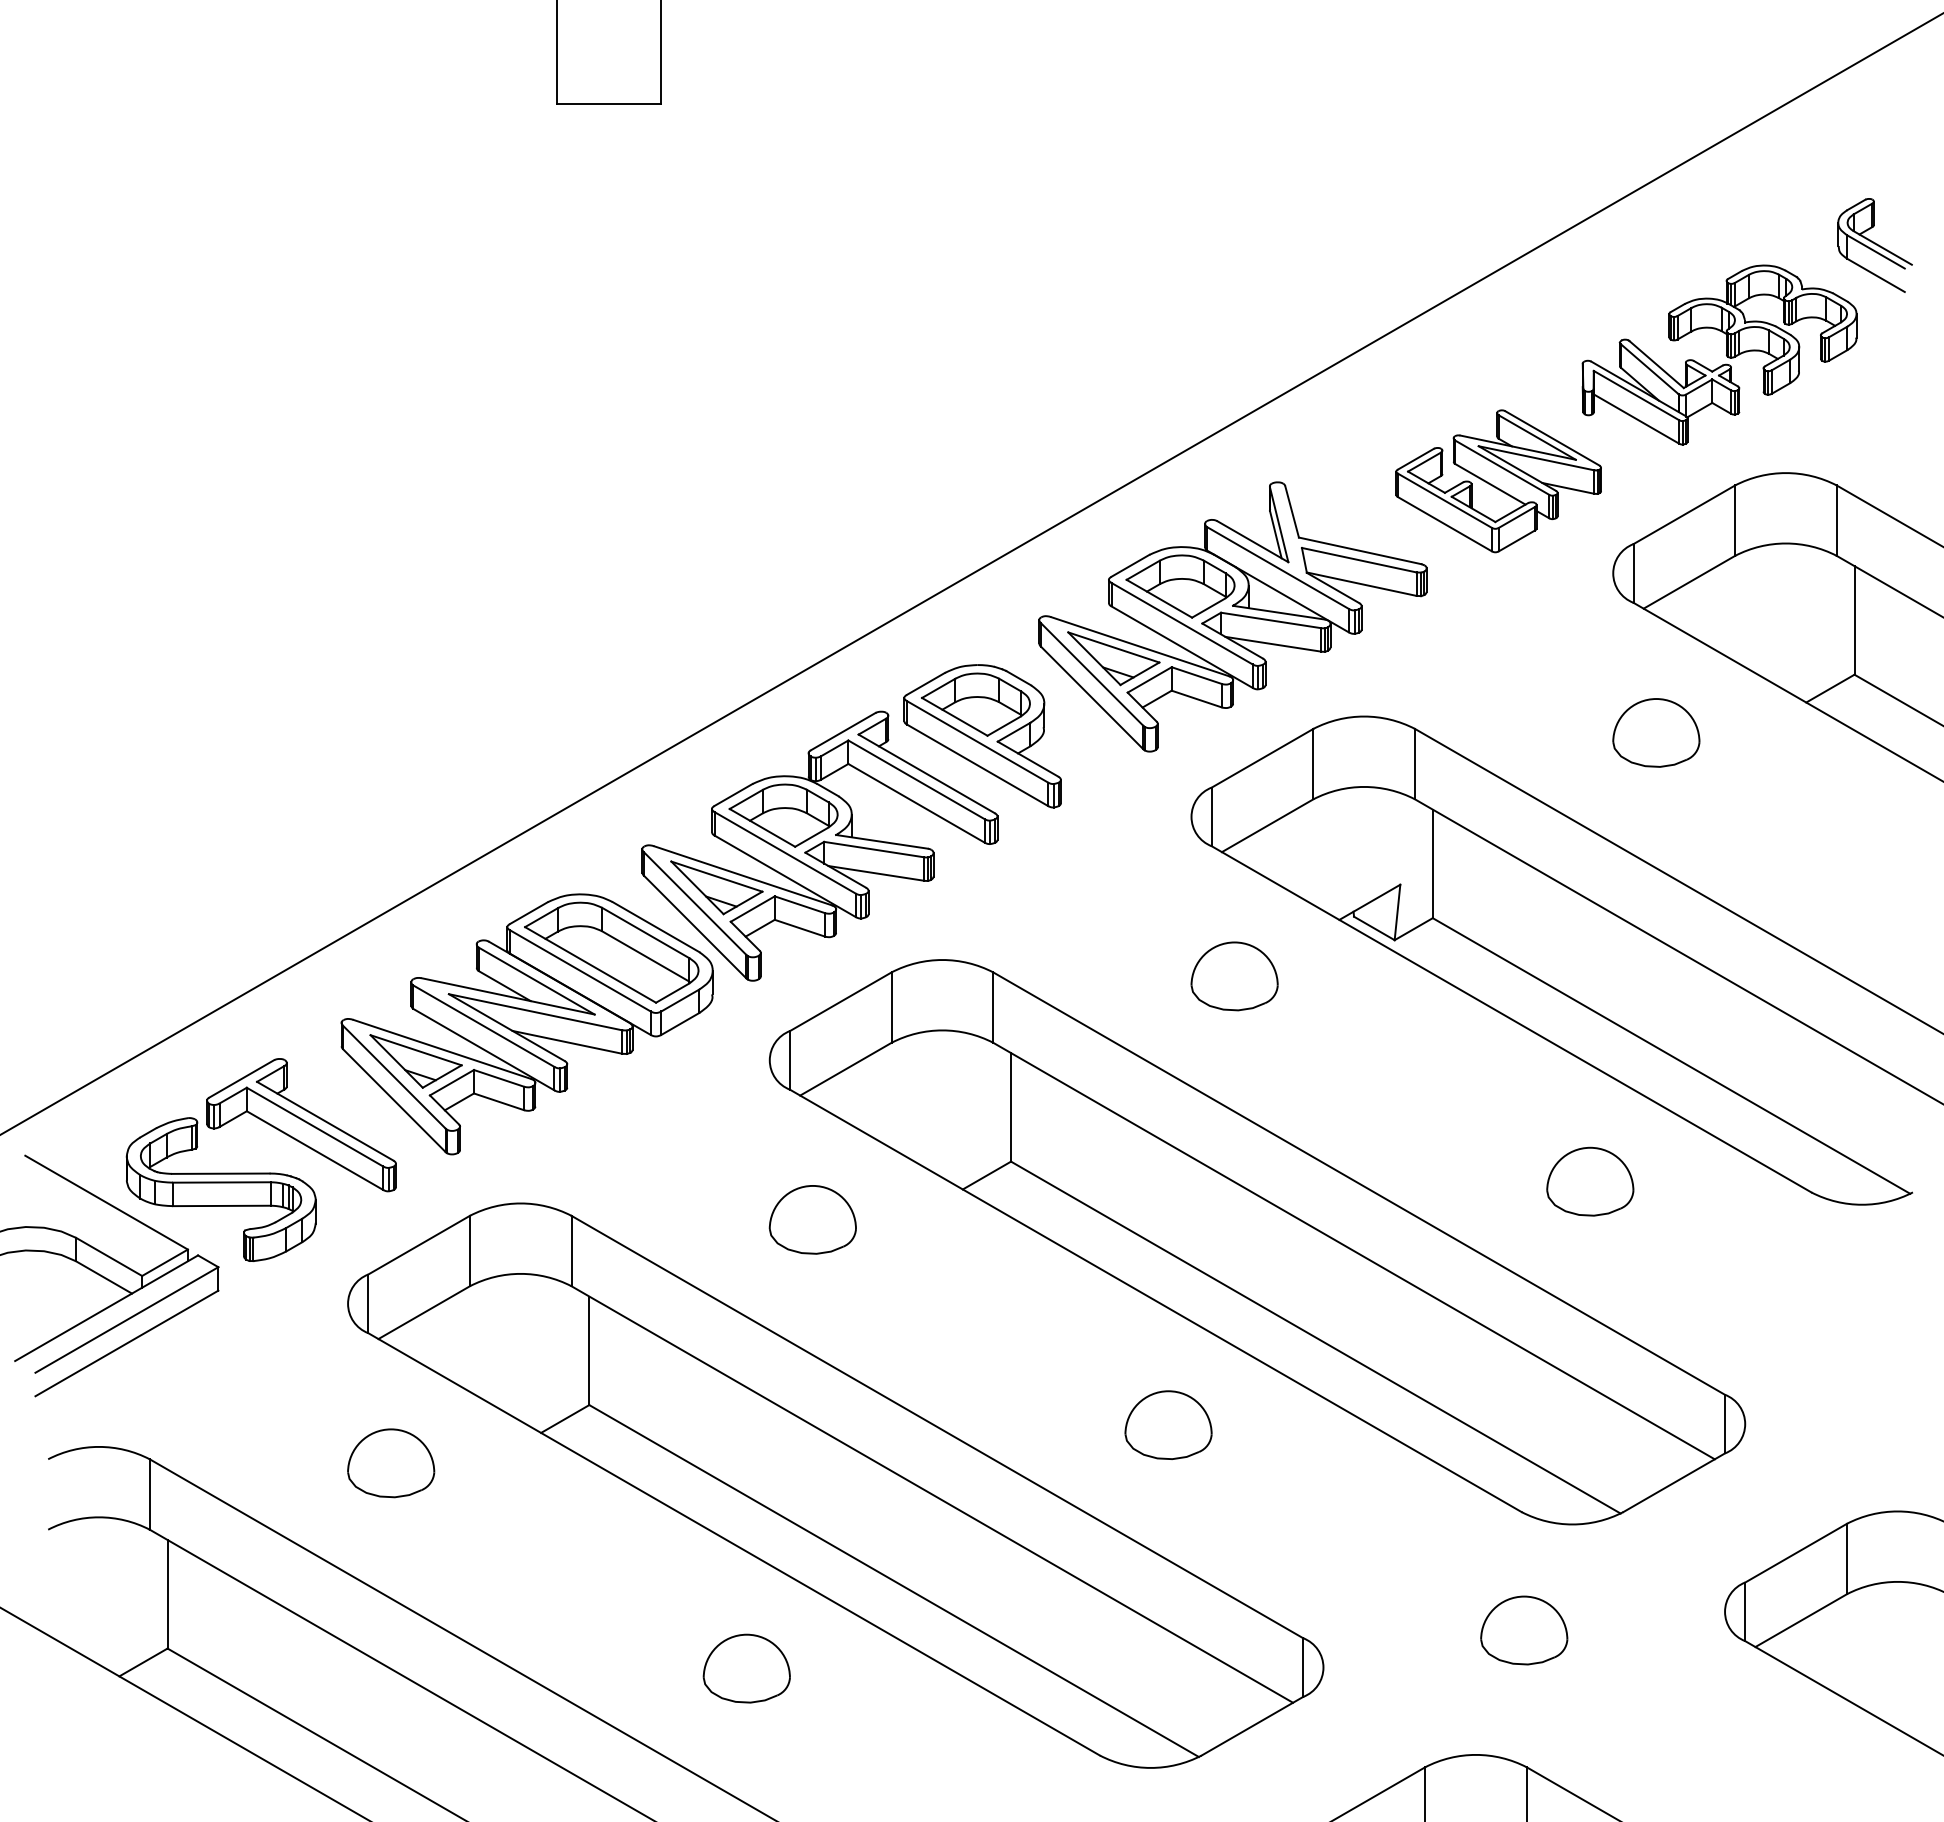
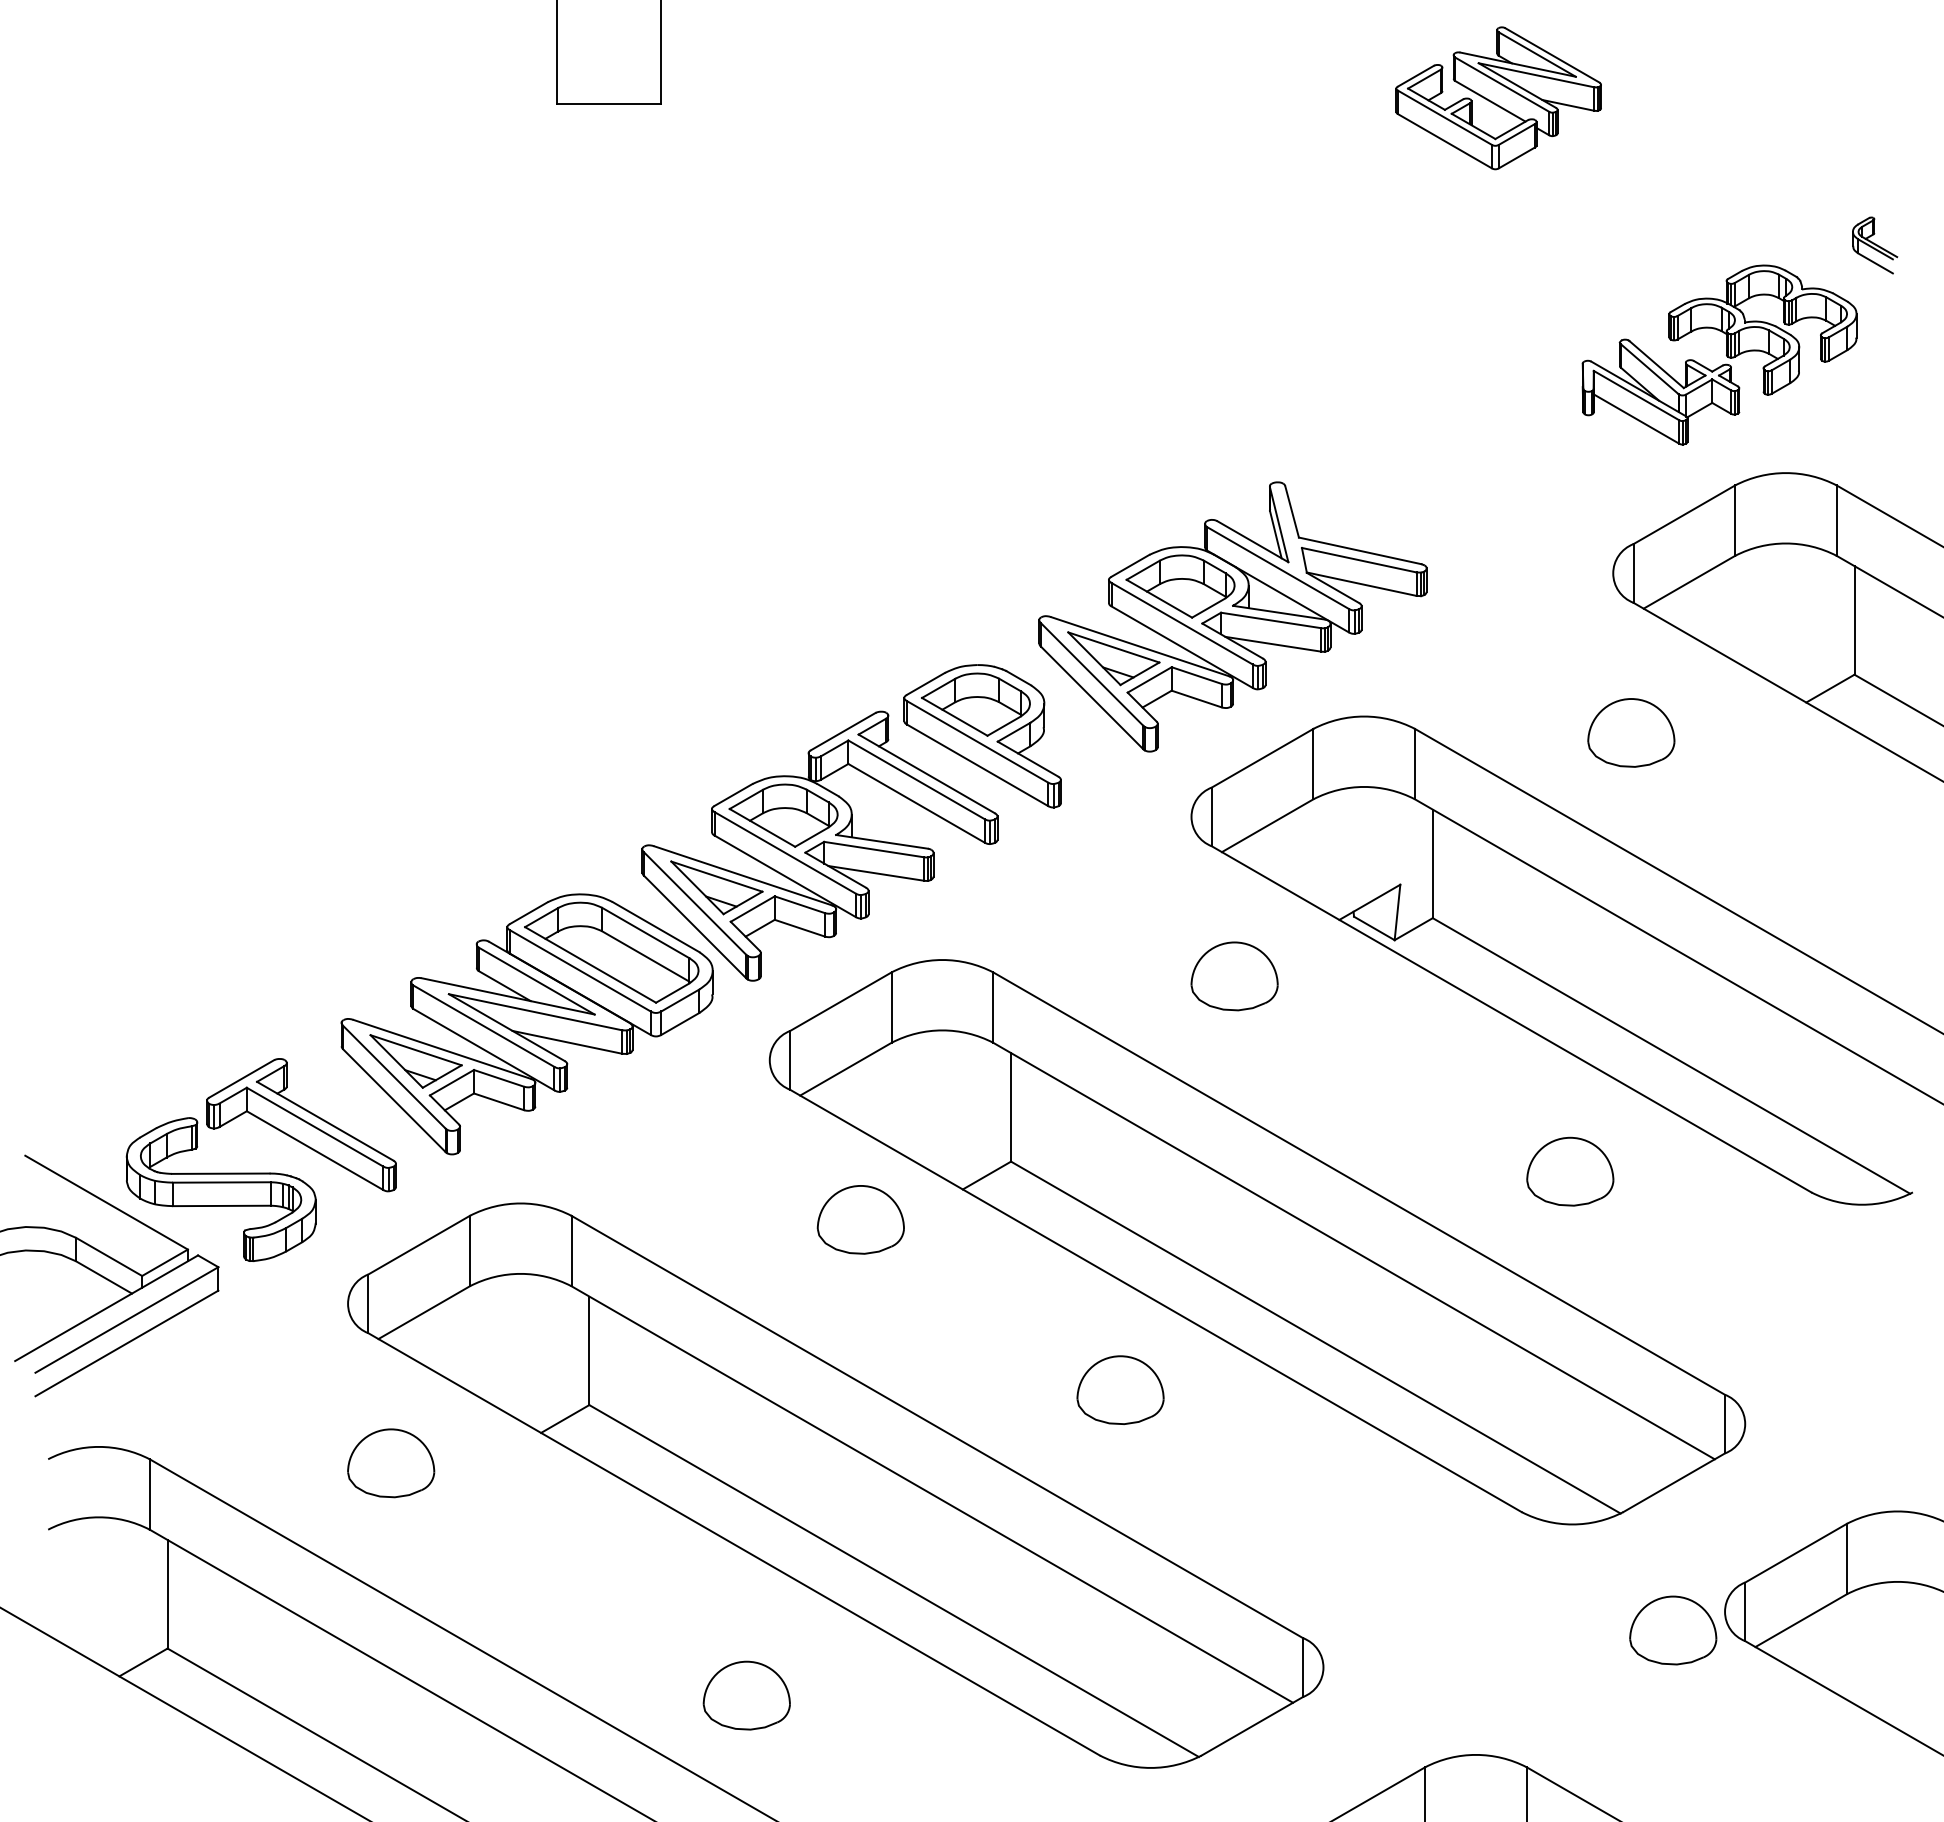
part at (1874, 245) size: 76x95 px -> 47x59 px
part at (1498, 481) position: (1498, 481) -> (1498, 98)
line at (971, 574): present -> none
part at (1656, 732) position: (1656, 732) -> (1631, 732)
part at (1590, 1181) position: (1590, 1181) -> (1570, 1171)
part at (812, 1219) position: (812, 1219) -> (860, 1219)
part at (1168, 1424) position: (1168, 1424) -> (1120, 1389)
part at (1524, 1630) position: (1524, 1630) -> (1673, 1630)
part at (746, 1668) position: (746, 1668) -> (746, 1695)
